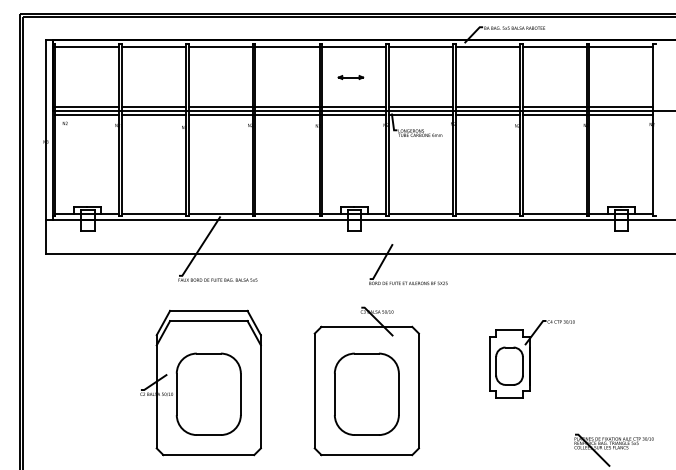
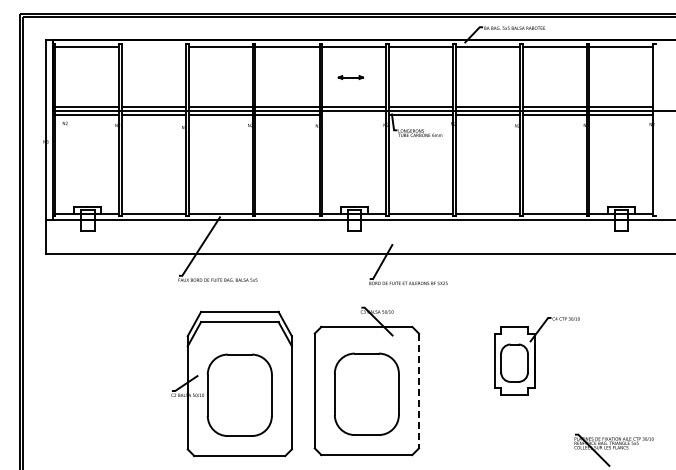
line at (153, 46): present -> none
line at (354, 114): present -> none
part at (531, 359) position: (531, 359) -> (536, 356)
part at (200, 382) position: (200, 382) -> (231, 383)
line at (418, 391): solid -> dashed
